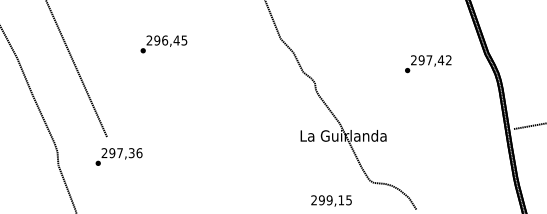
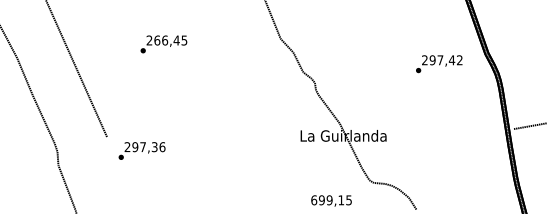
text at (157, 40): 296,45 -> 266,45
text at (428, 64) position: (428, 64) -> (439, 64)
text at (118, 156) position: (118, 156) -> (141, 150)
text at (314, 200): 299,15 -> 699,15
